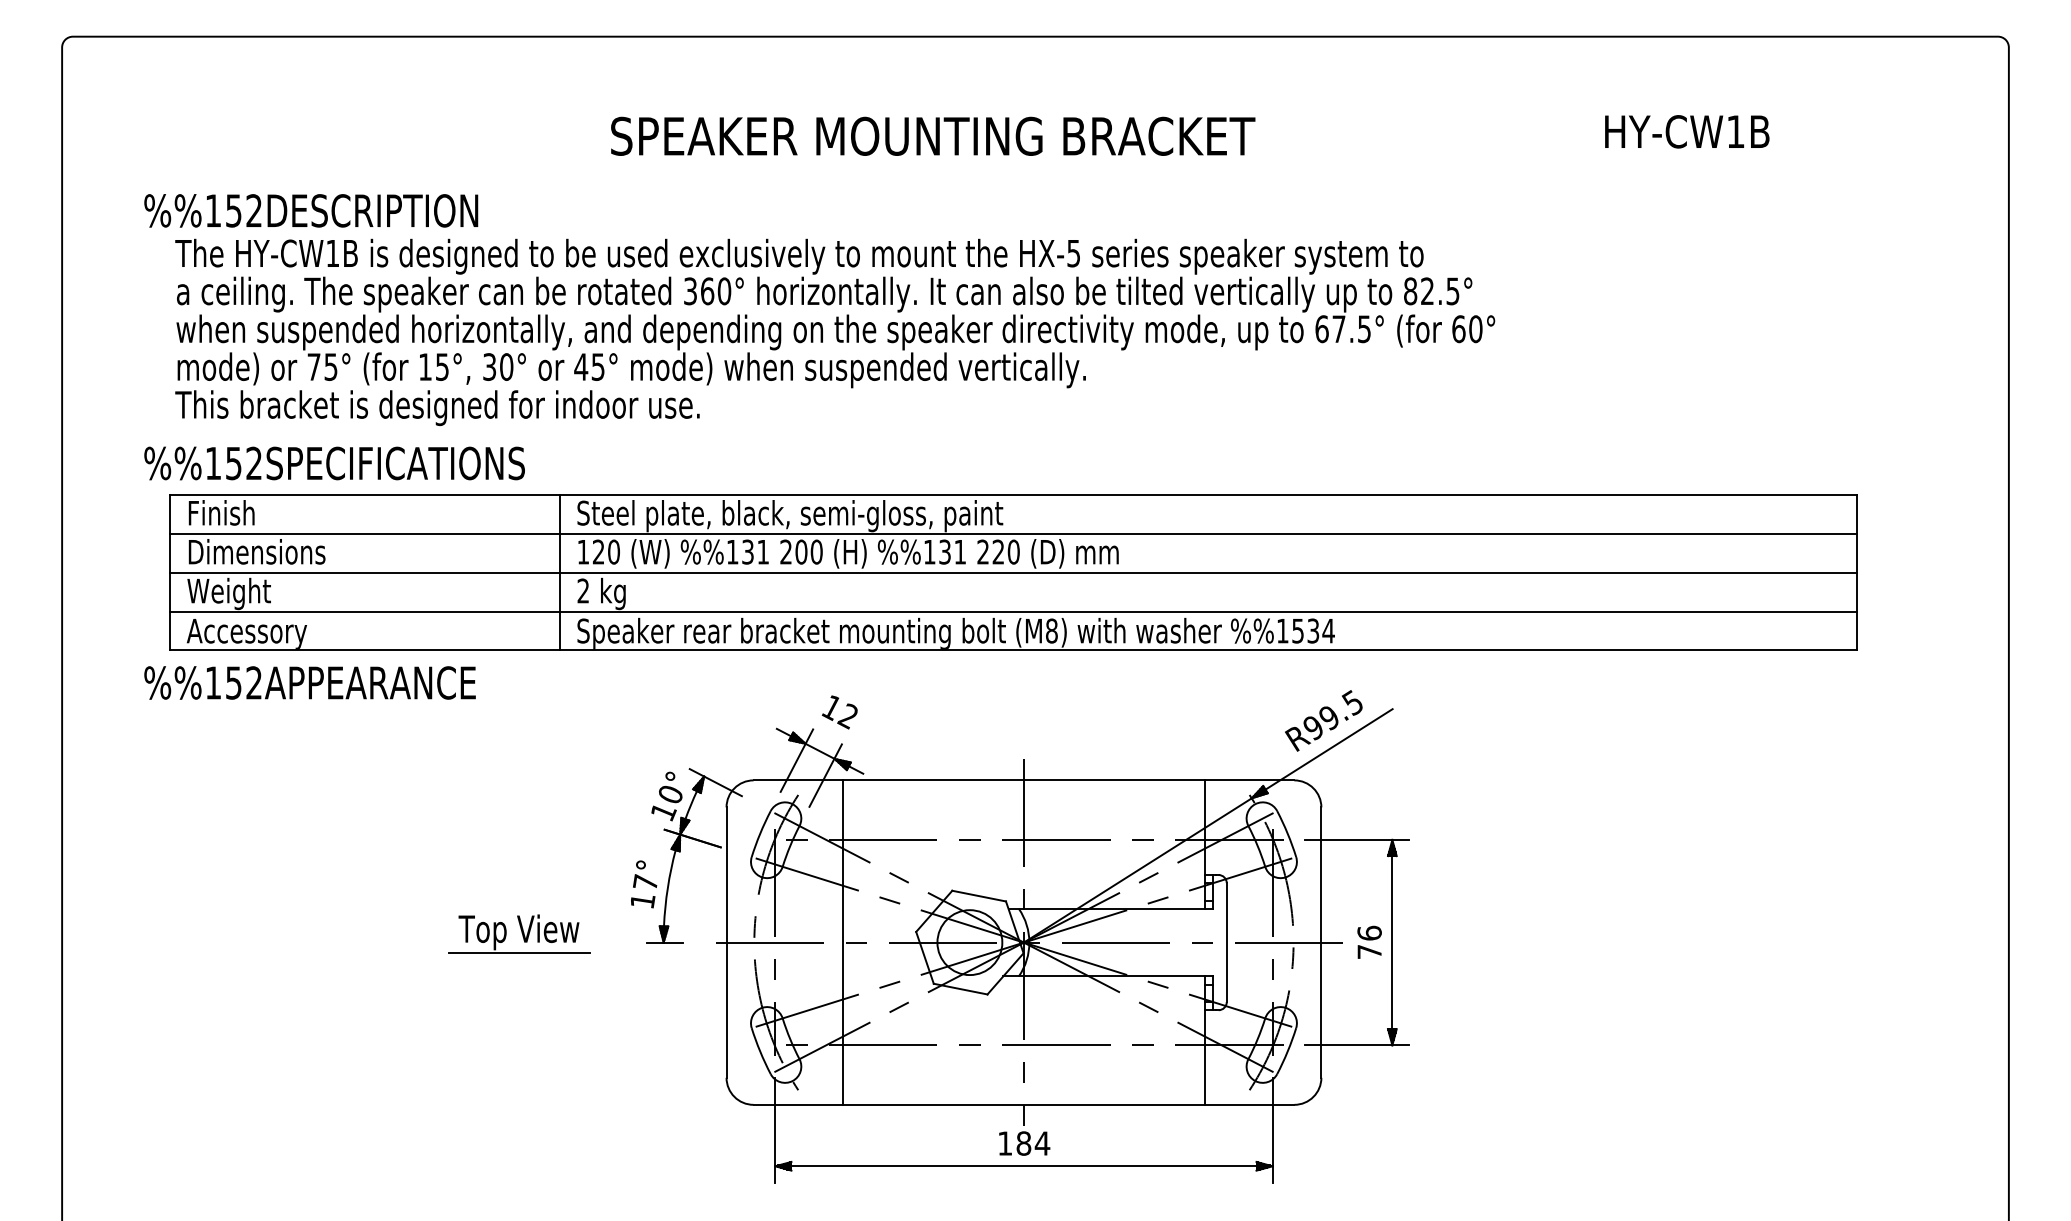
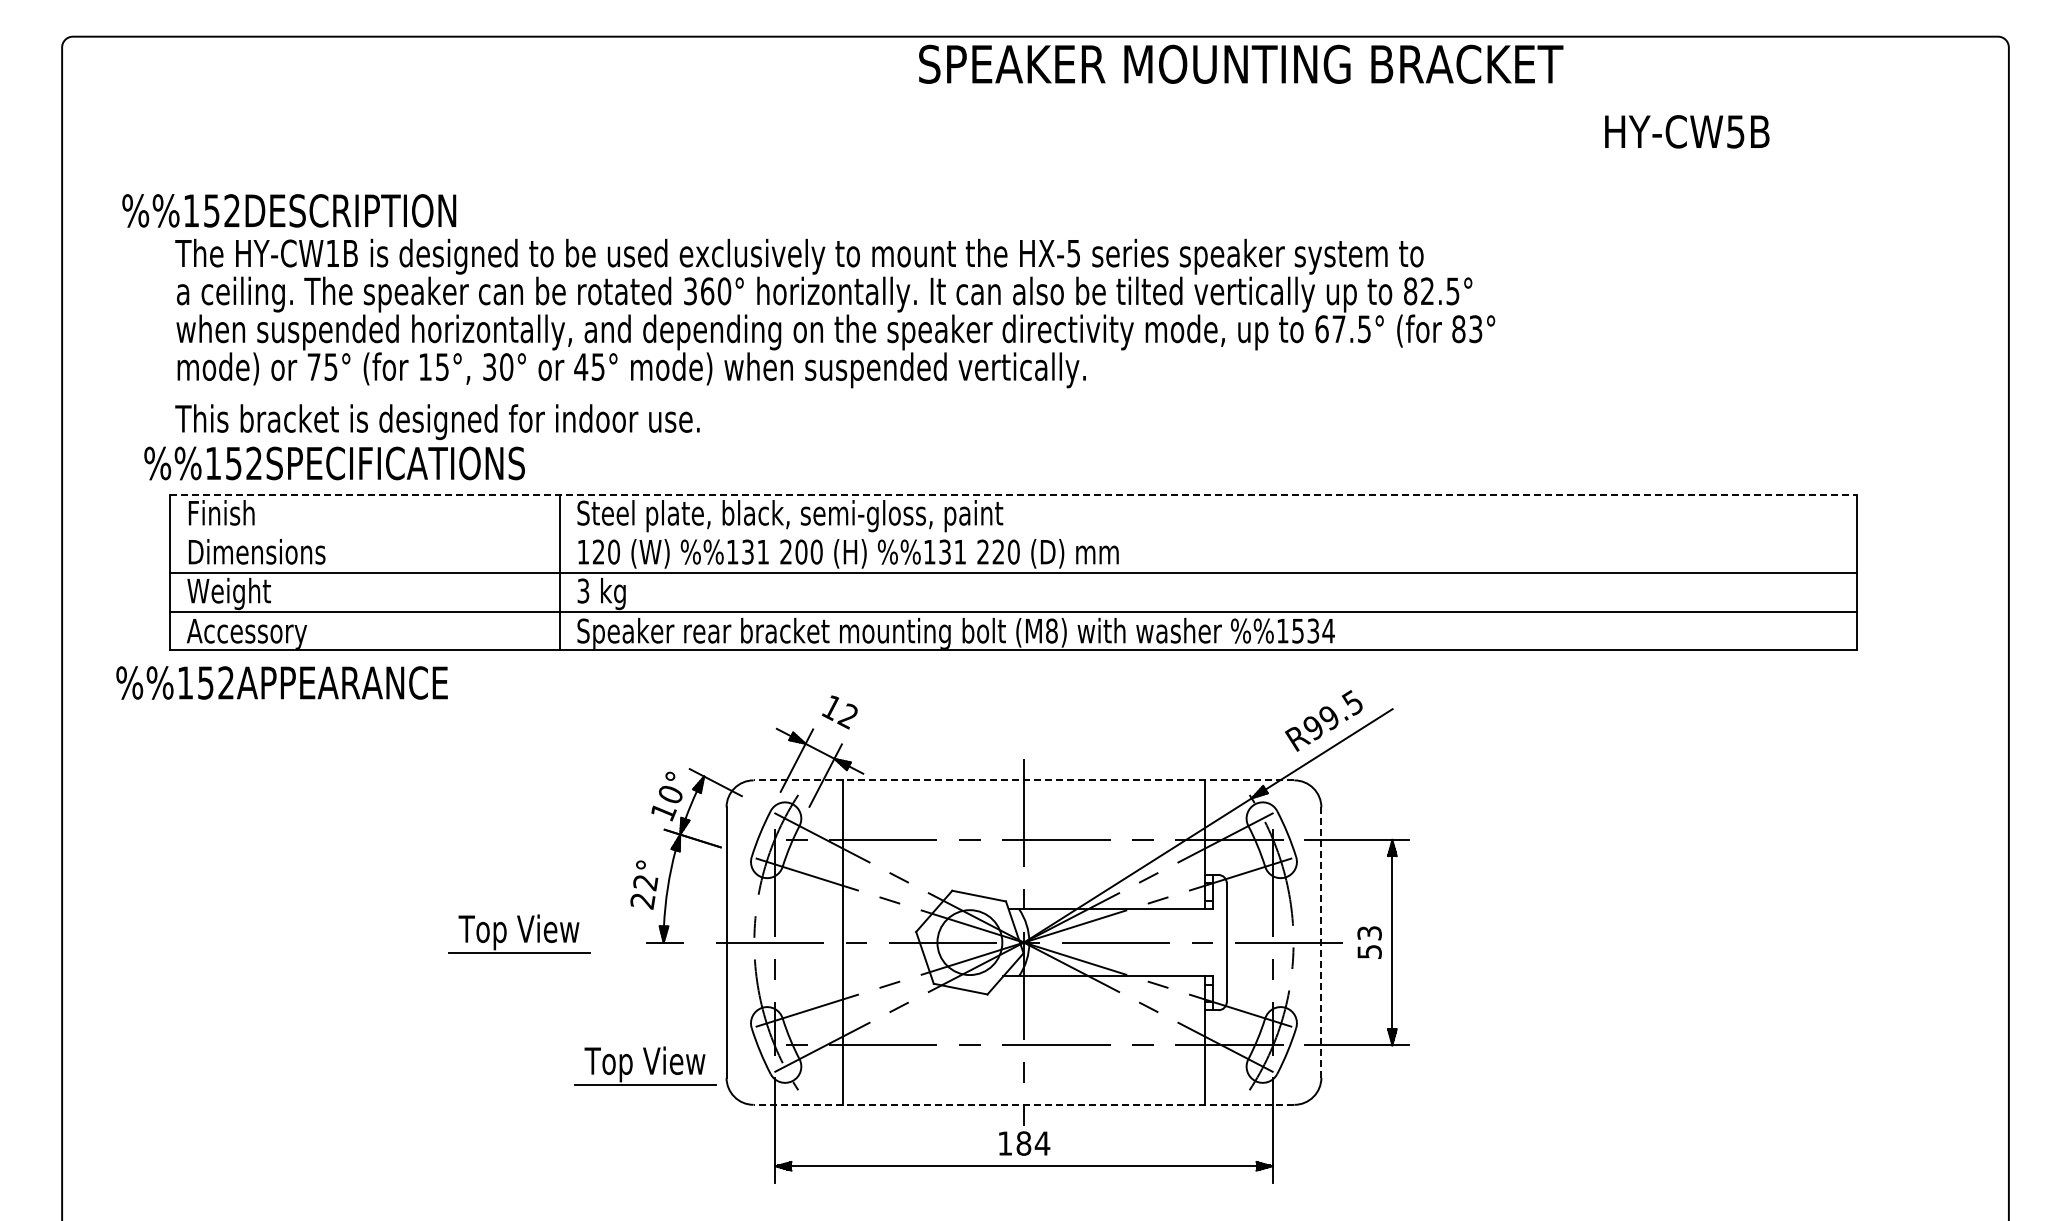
text at (1735, 131): HY-CW1B -> HY-CW5B
text at (933, 135) position: (933, 135) -> (1241, 63)
text at (311, 210) position: (311, 210) -> (289, 210)
text at (1467, 329): 60° -> 83°
text at (437, 408) position: (437, 408) -> (437, 422)
line at (1013, 494): solid -> dashed
line at (1013, 534): present -> none
text at (583, 590): 2 -> 3
text at (309, 682) position: (309, 682) -> (281, 682)
line at (1023, 780): solid -> dashed
text at (644, 891): 17° -> 22°
text at (1369, 941): 76 -> 53
line at (1321, 942): solid -> dashed
part at (645, 1065): none -> present
line at (1023, 1104): solid -> dashed
